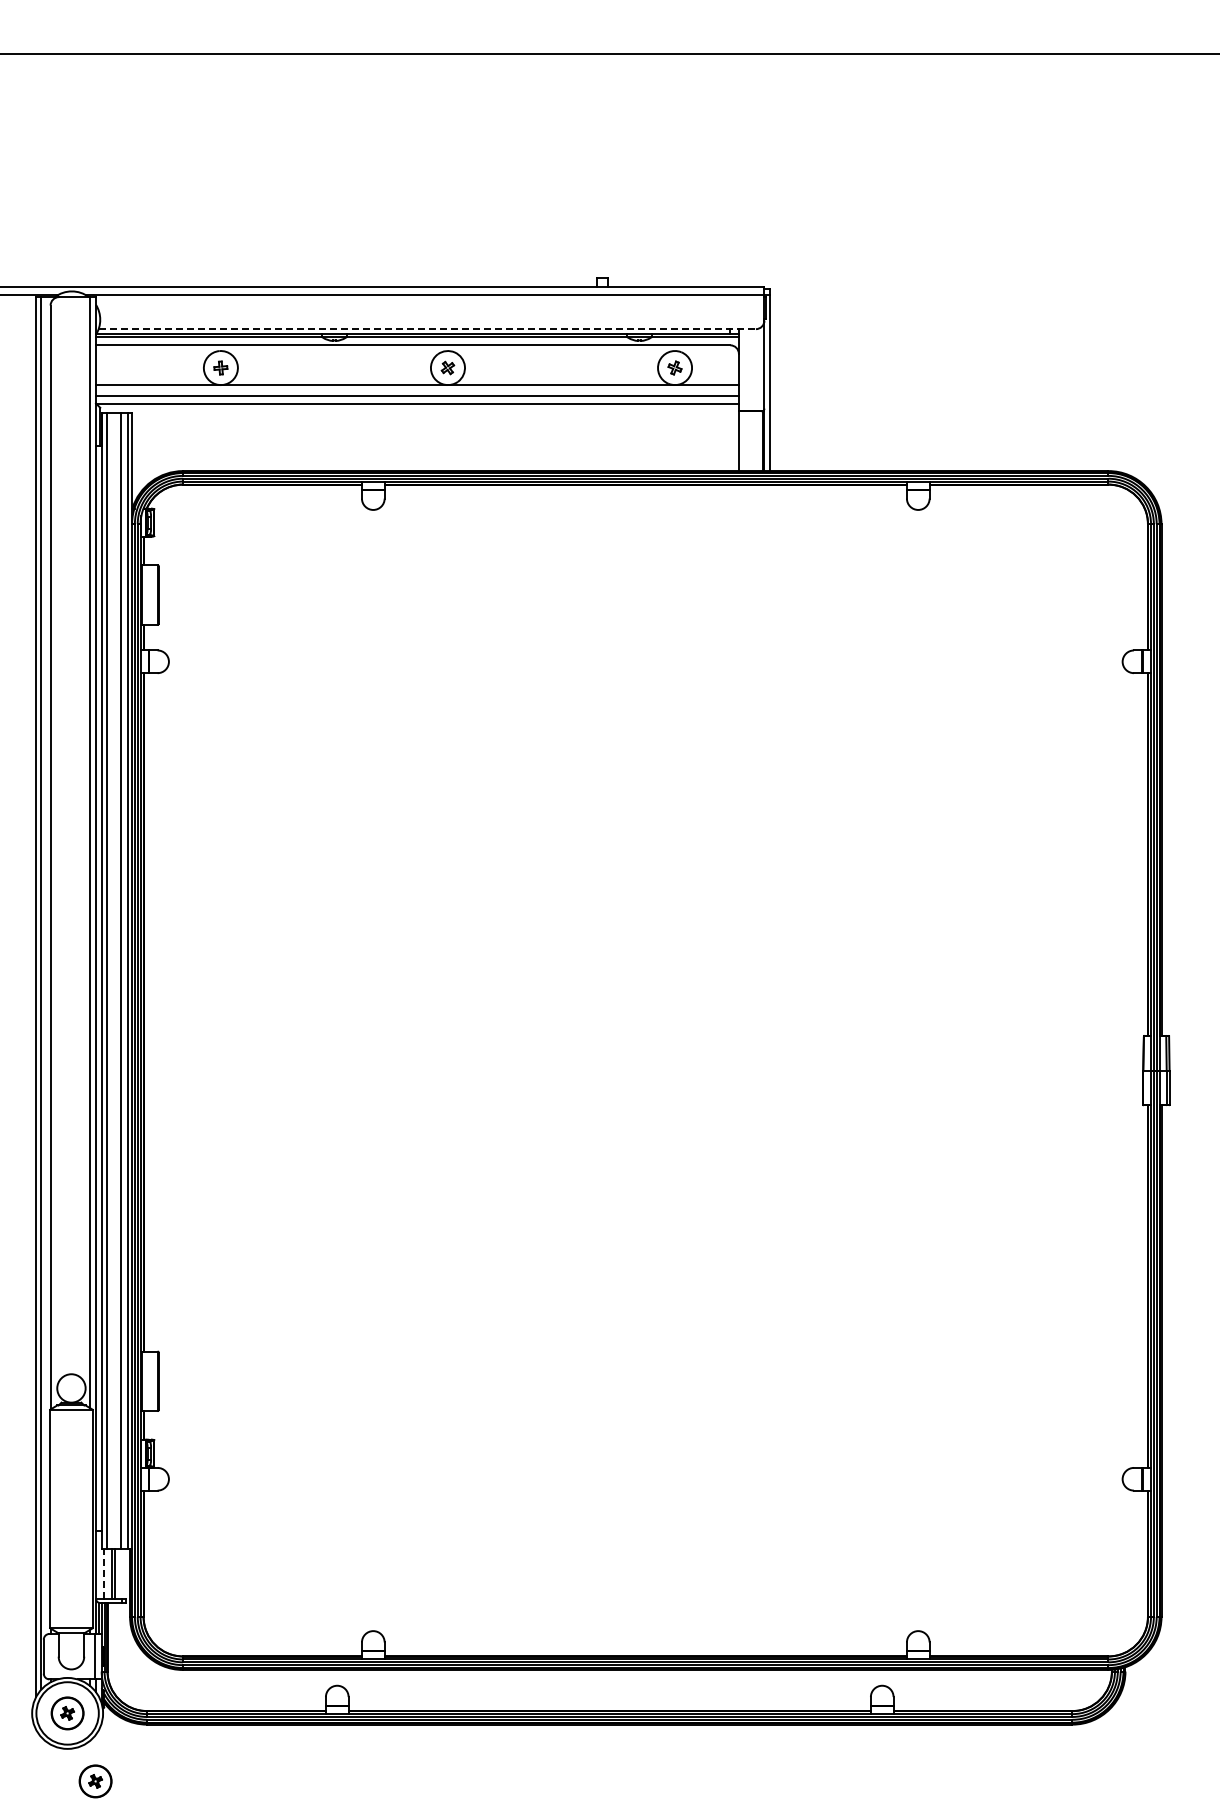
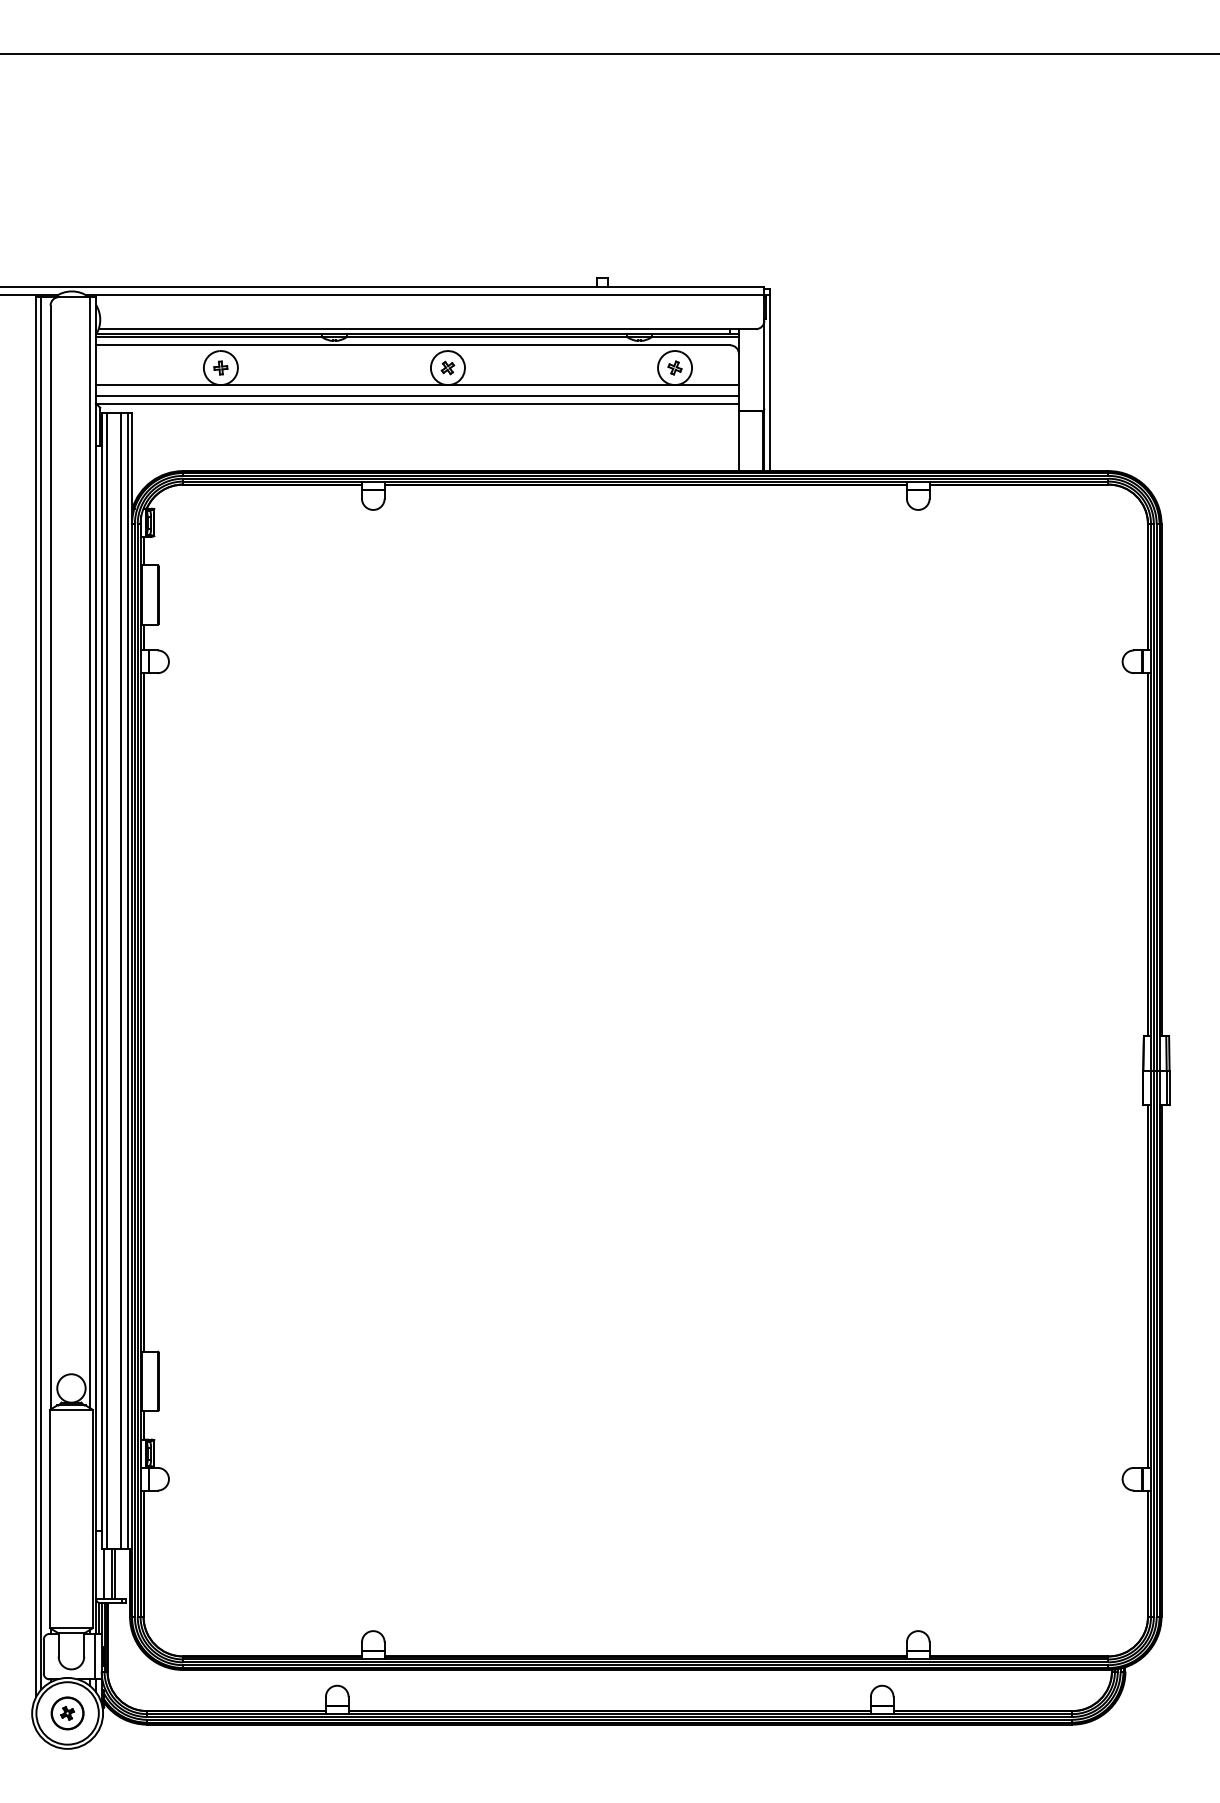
line at (427, 329): dashed -> solid
line at (103, 1573): dashed -> solid
part at (95, 1781): present -> none
